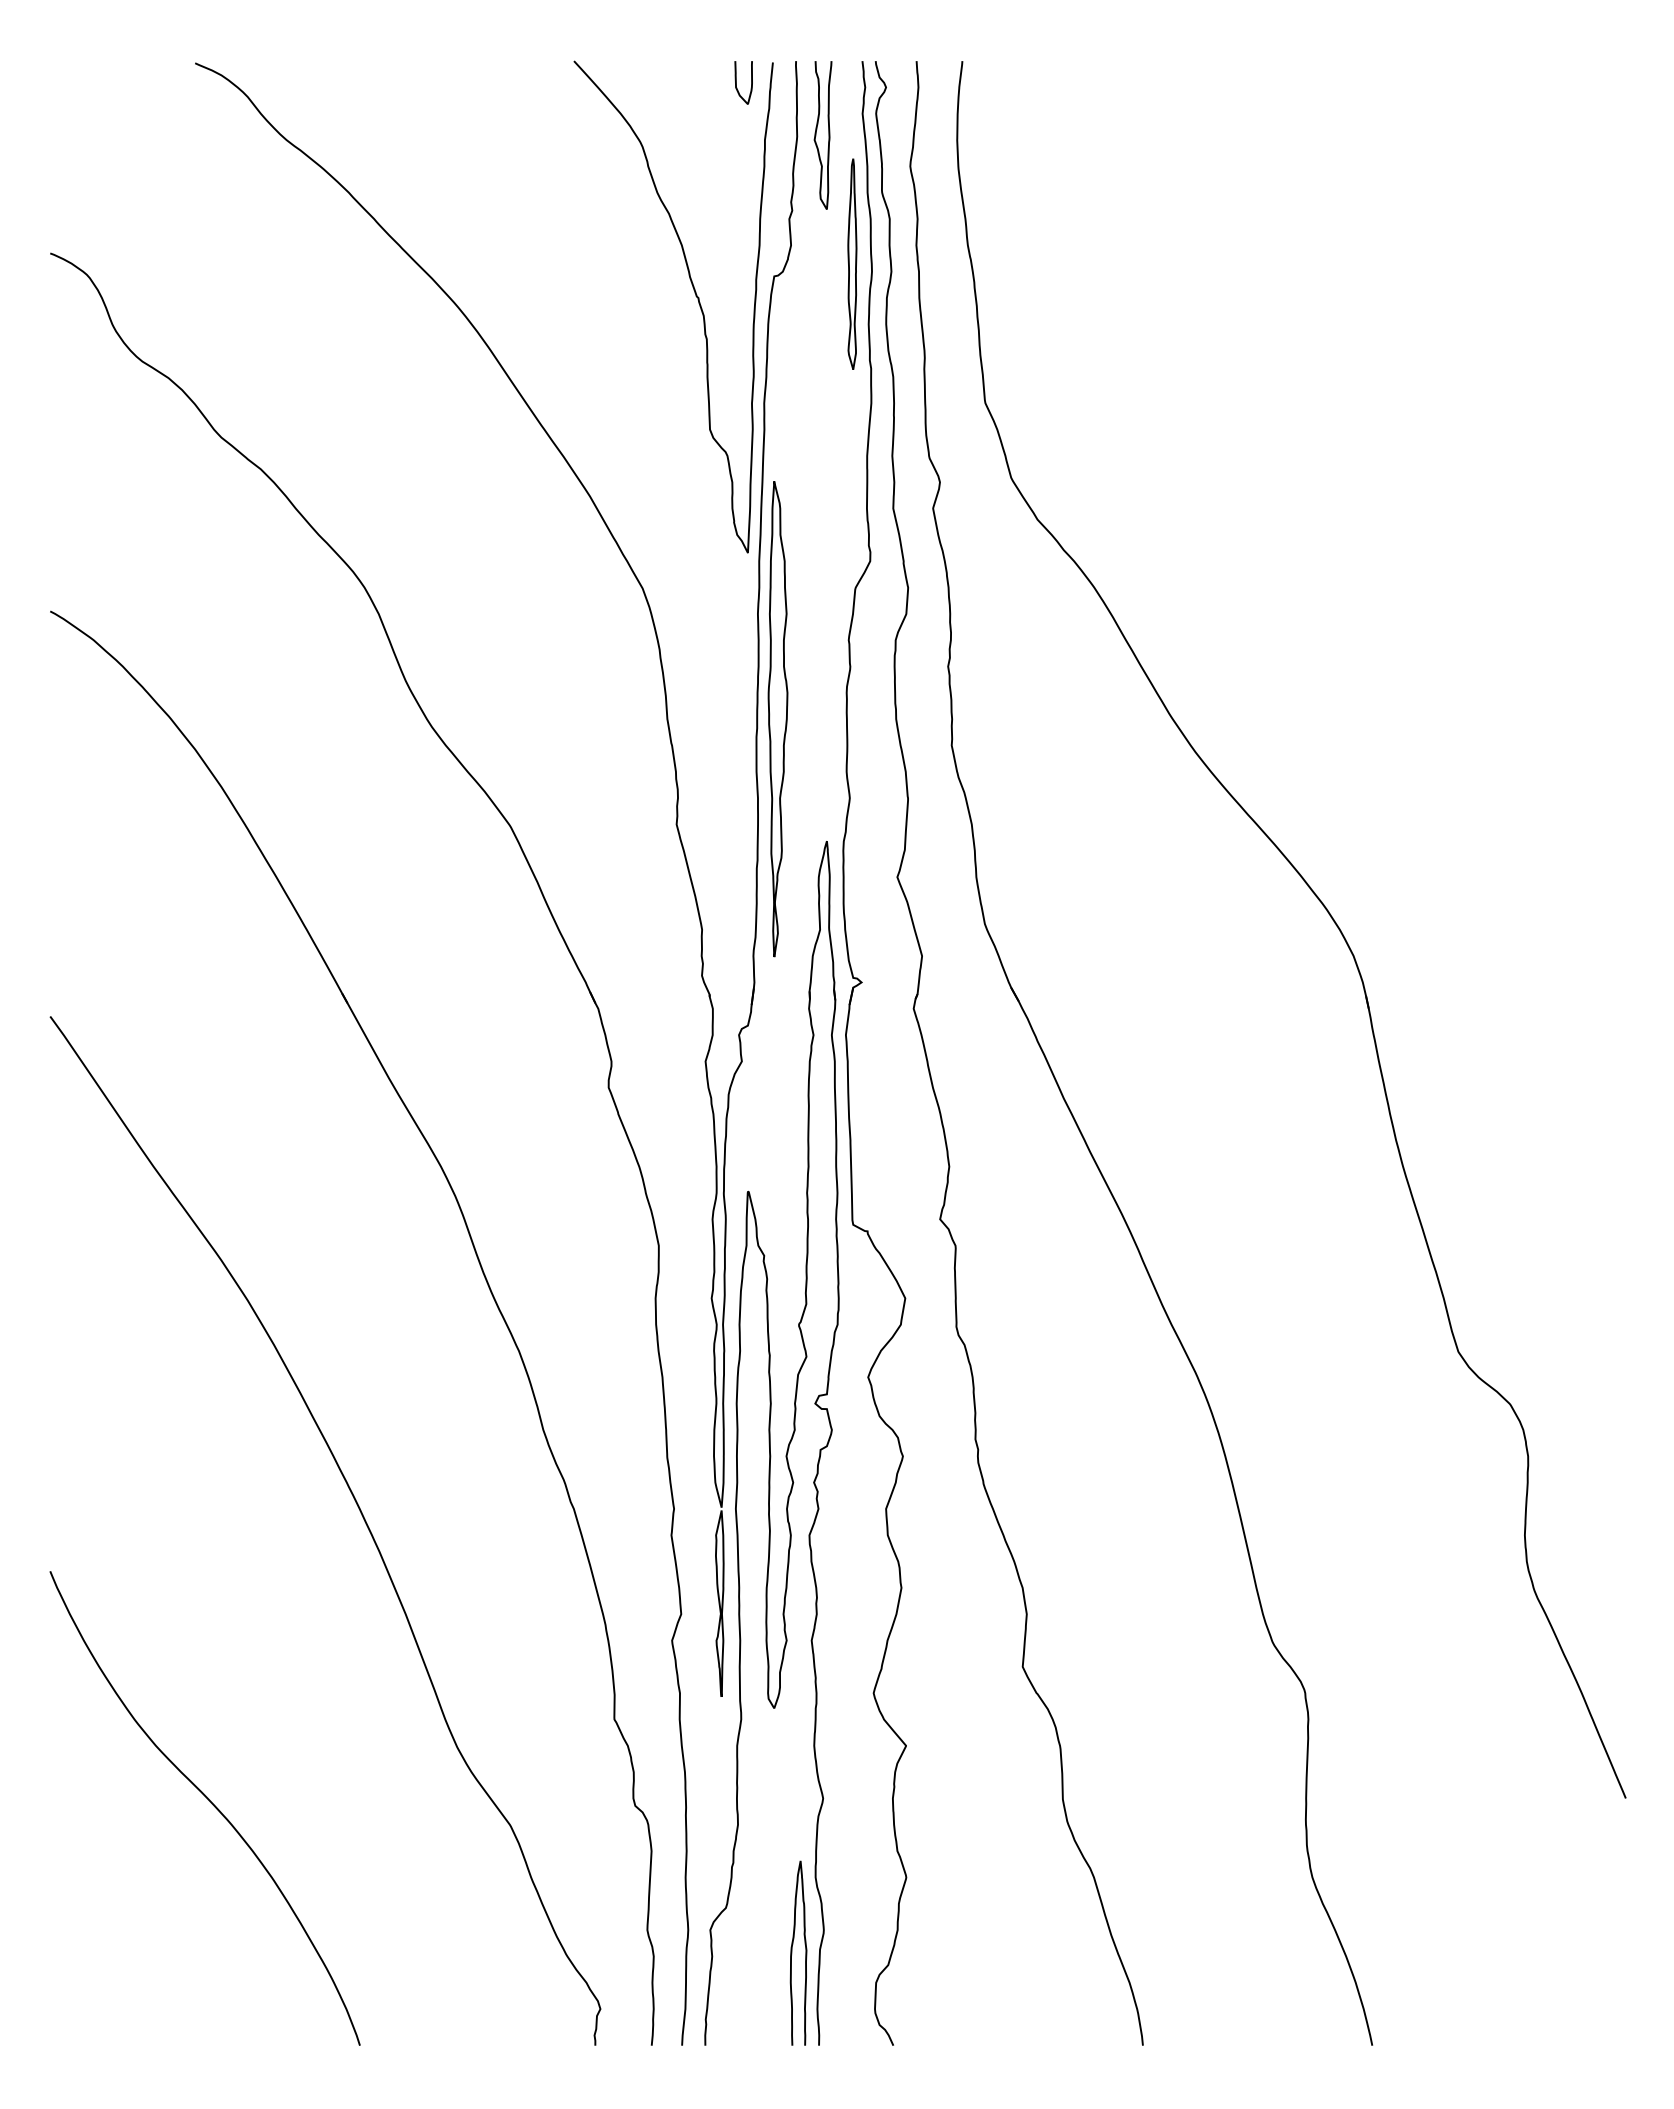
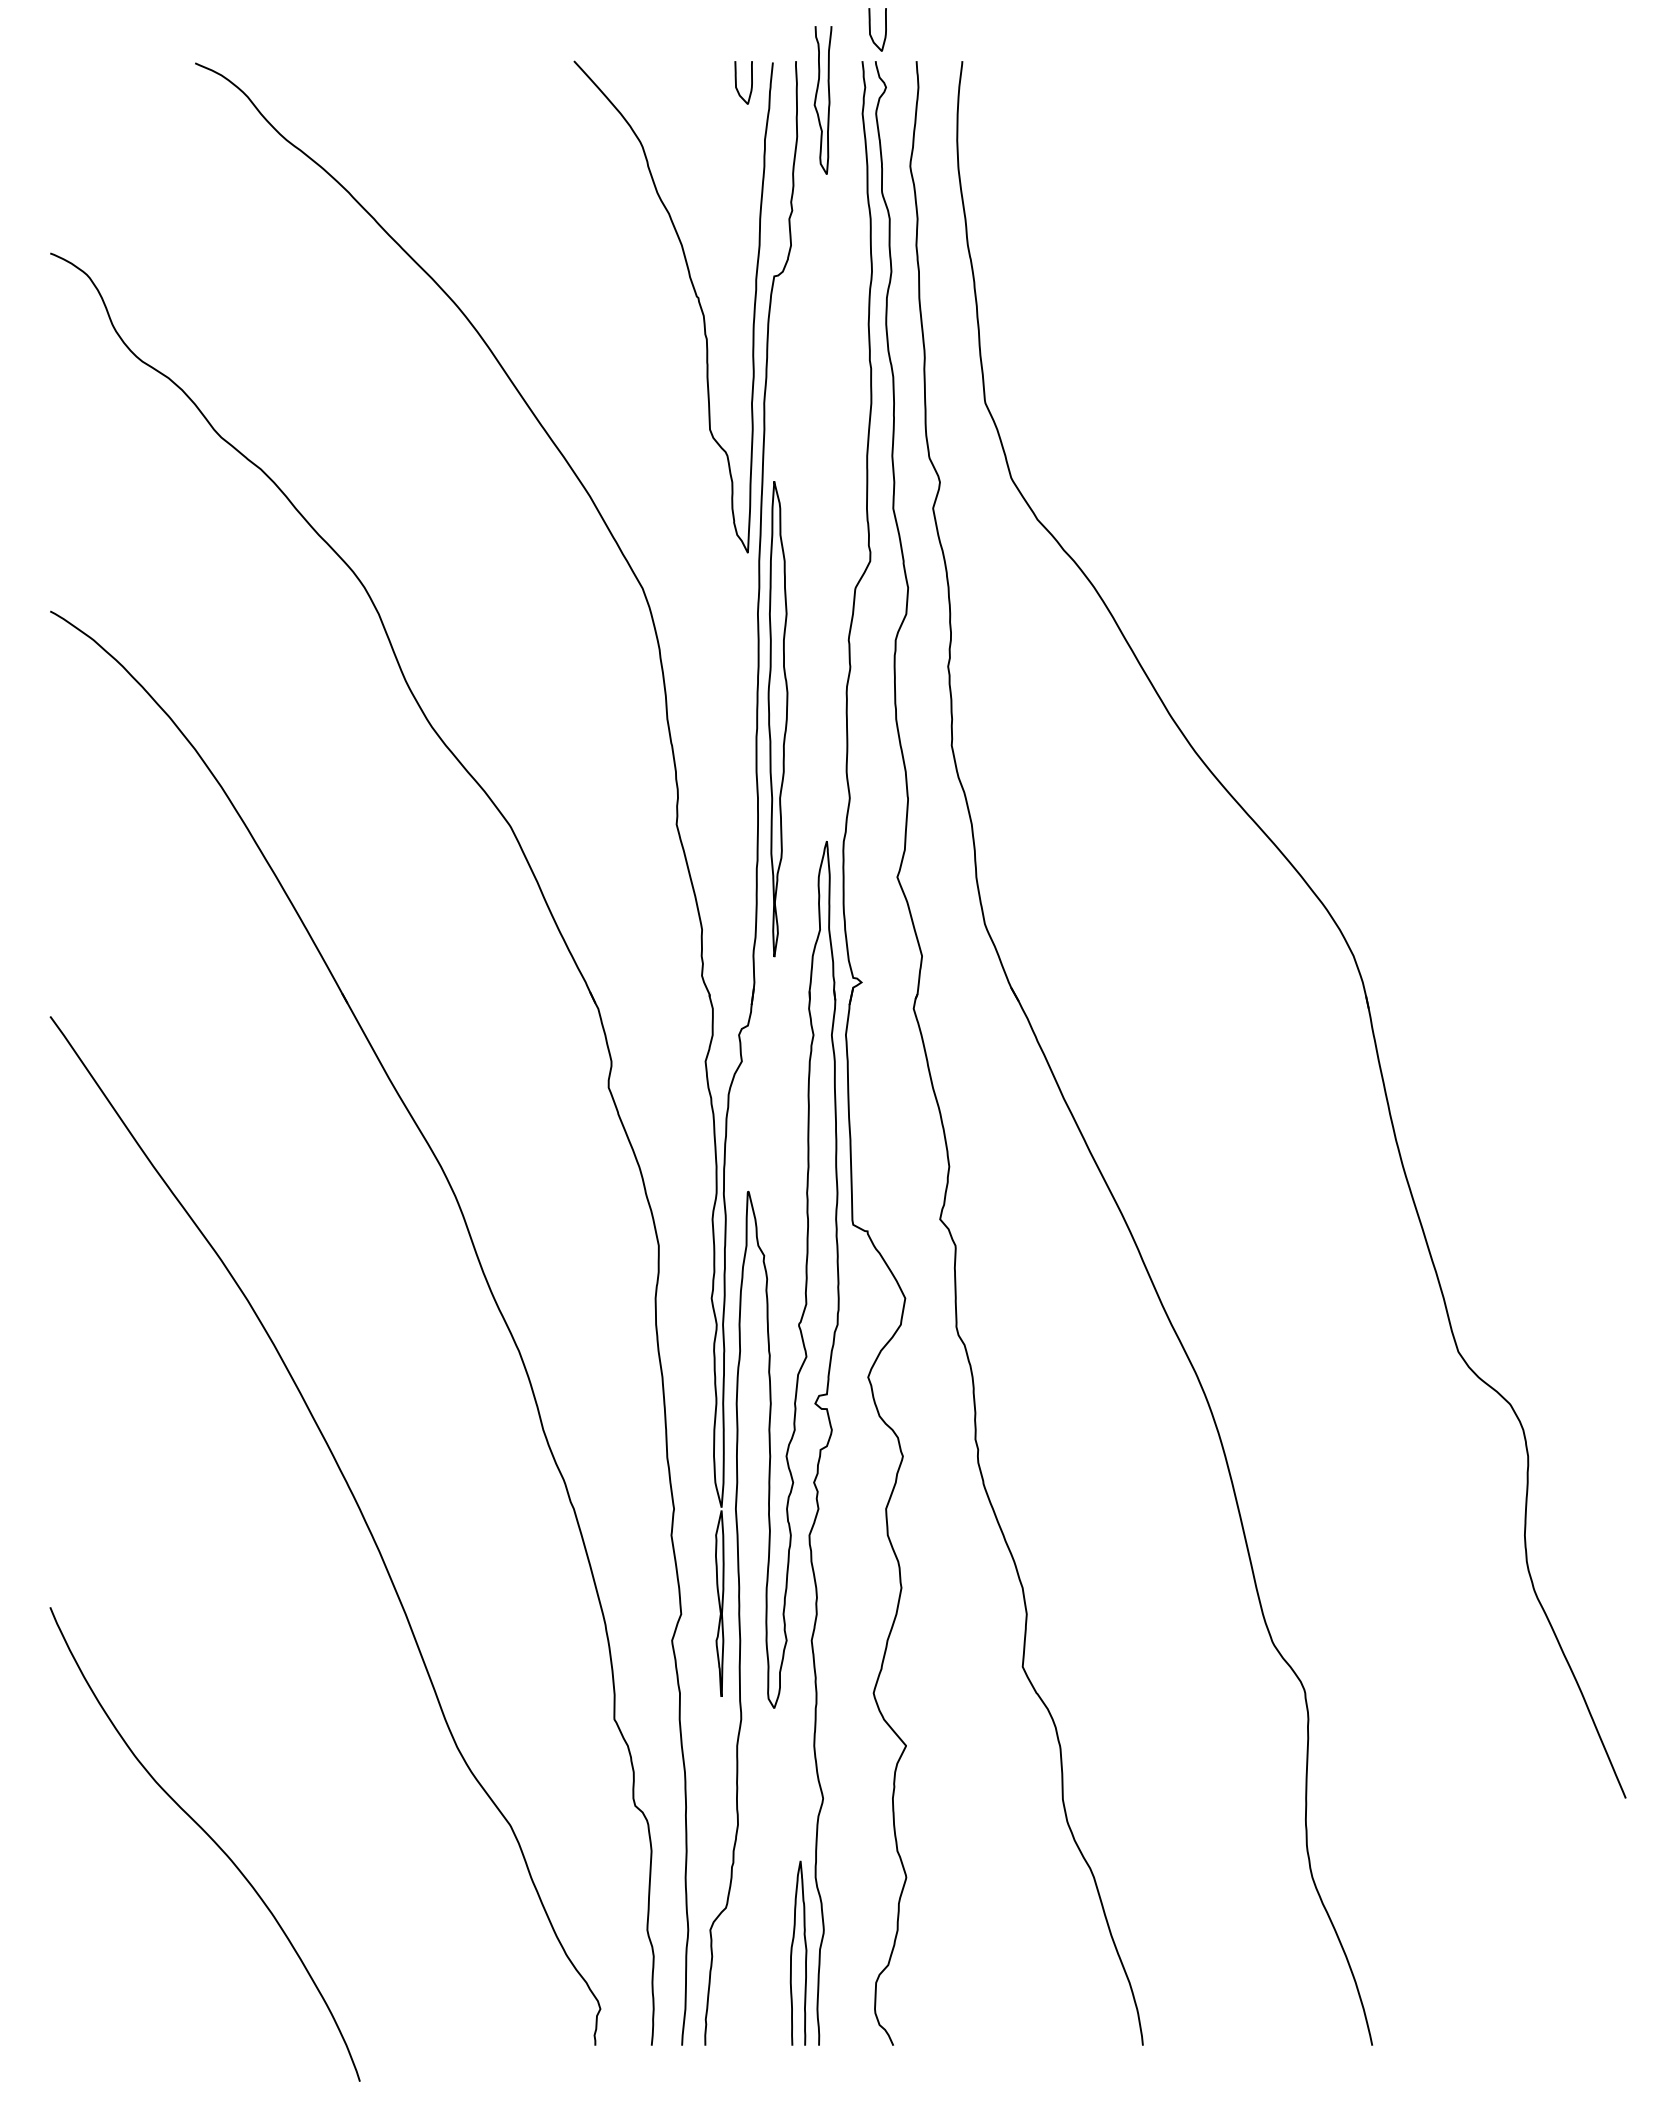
curve at (870, 29): none -> present
curve at (816, 135) position: (816, 135) -> (816, 100)
part at (852, 263): present -> none
curve at (210, 1802) position: (210, 1802) -> (210, 1838)
